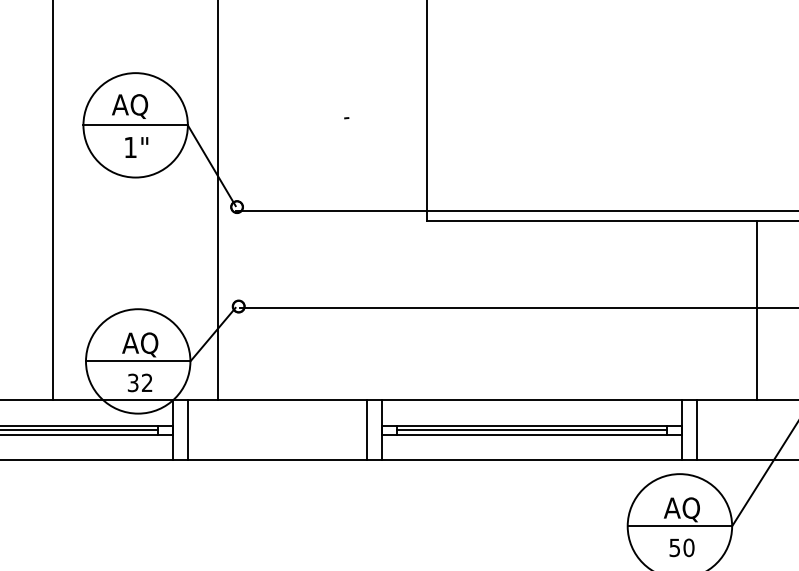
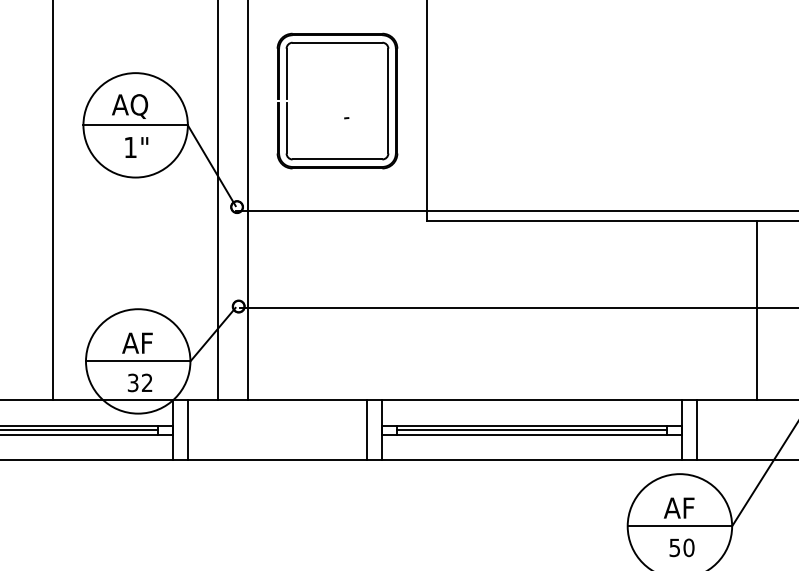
part at (387, 100): none -> present
line at (247, 201): none -> present
text at (149, 344): AQ -> AF
text at (690, 509): AQ -> AF
